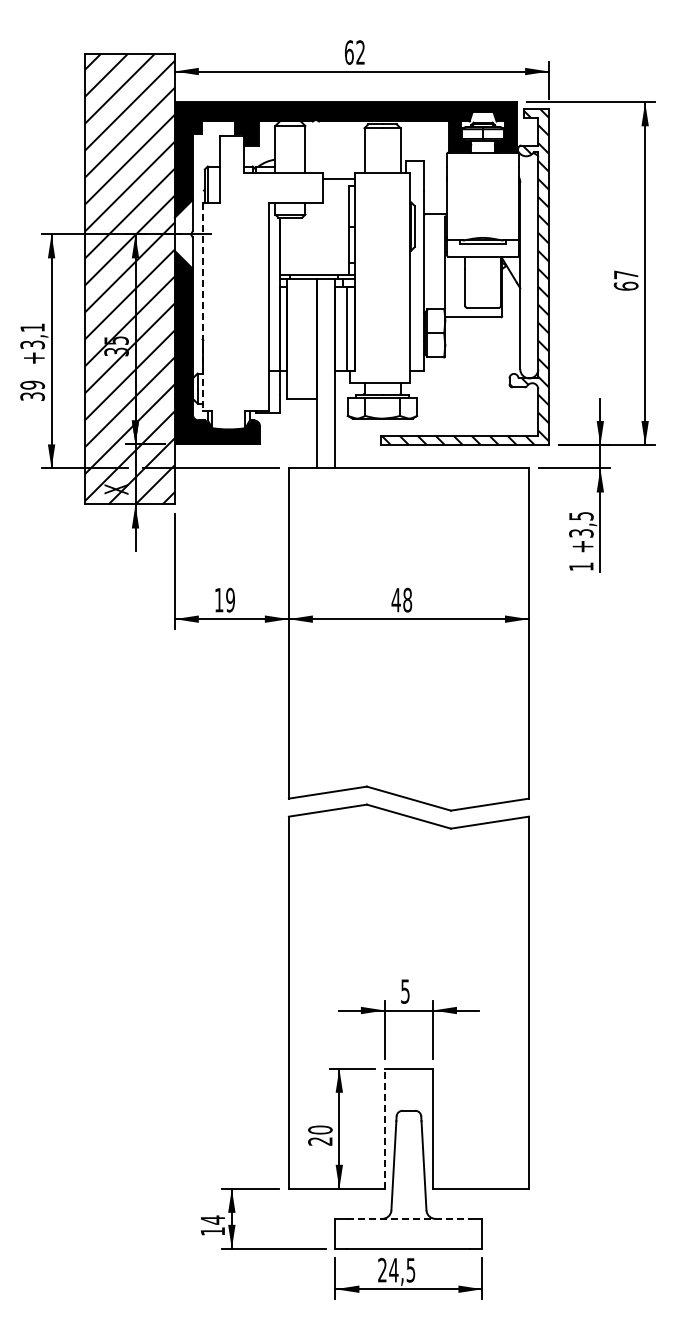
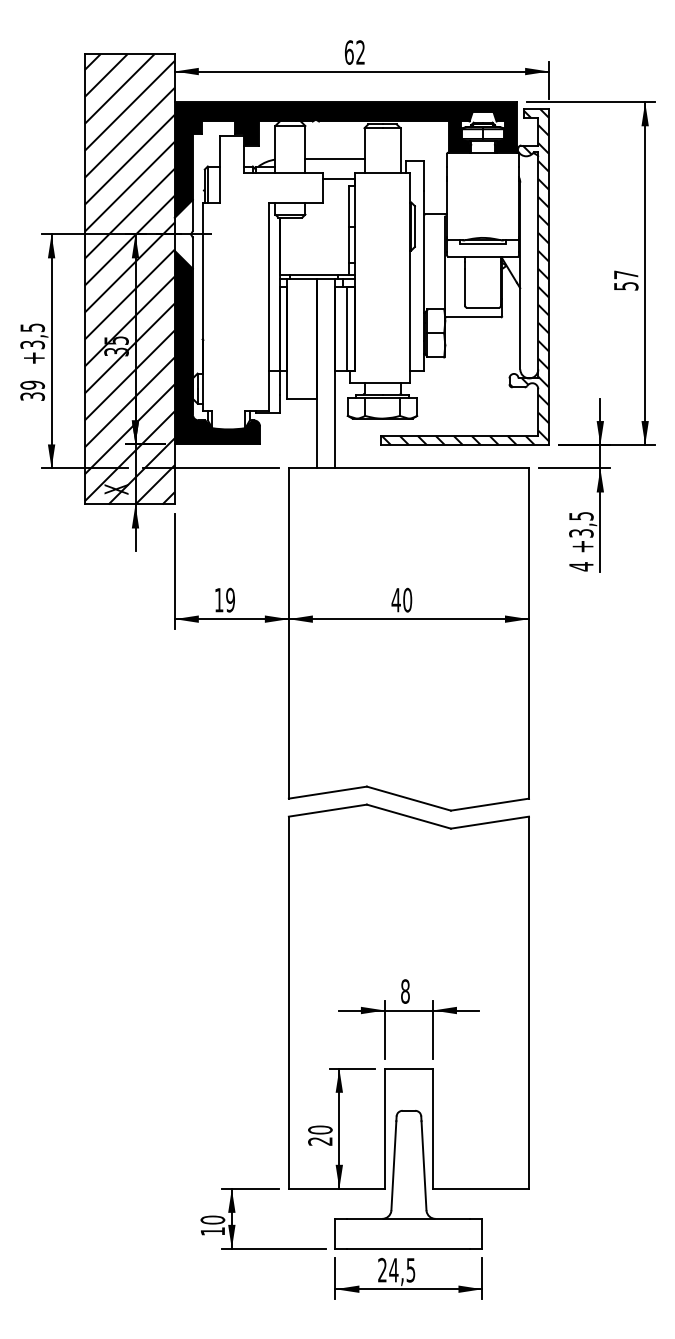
line at (334, 159): none -> present
text at (625, 285): 67 -> 57
line at (203, 307): dashed -> solid
text at (32, 327): +3,1 -> +3,5
text at (581, 566): 1 -> 4
text at (407, 600): 48 -> 40
text at (405, 991): 5 -> 8
line at (384, 1128): dashed -> solid
line at (408, 1218): dashed -> solid
text at (212, 1219): 14 -> 10
